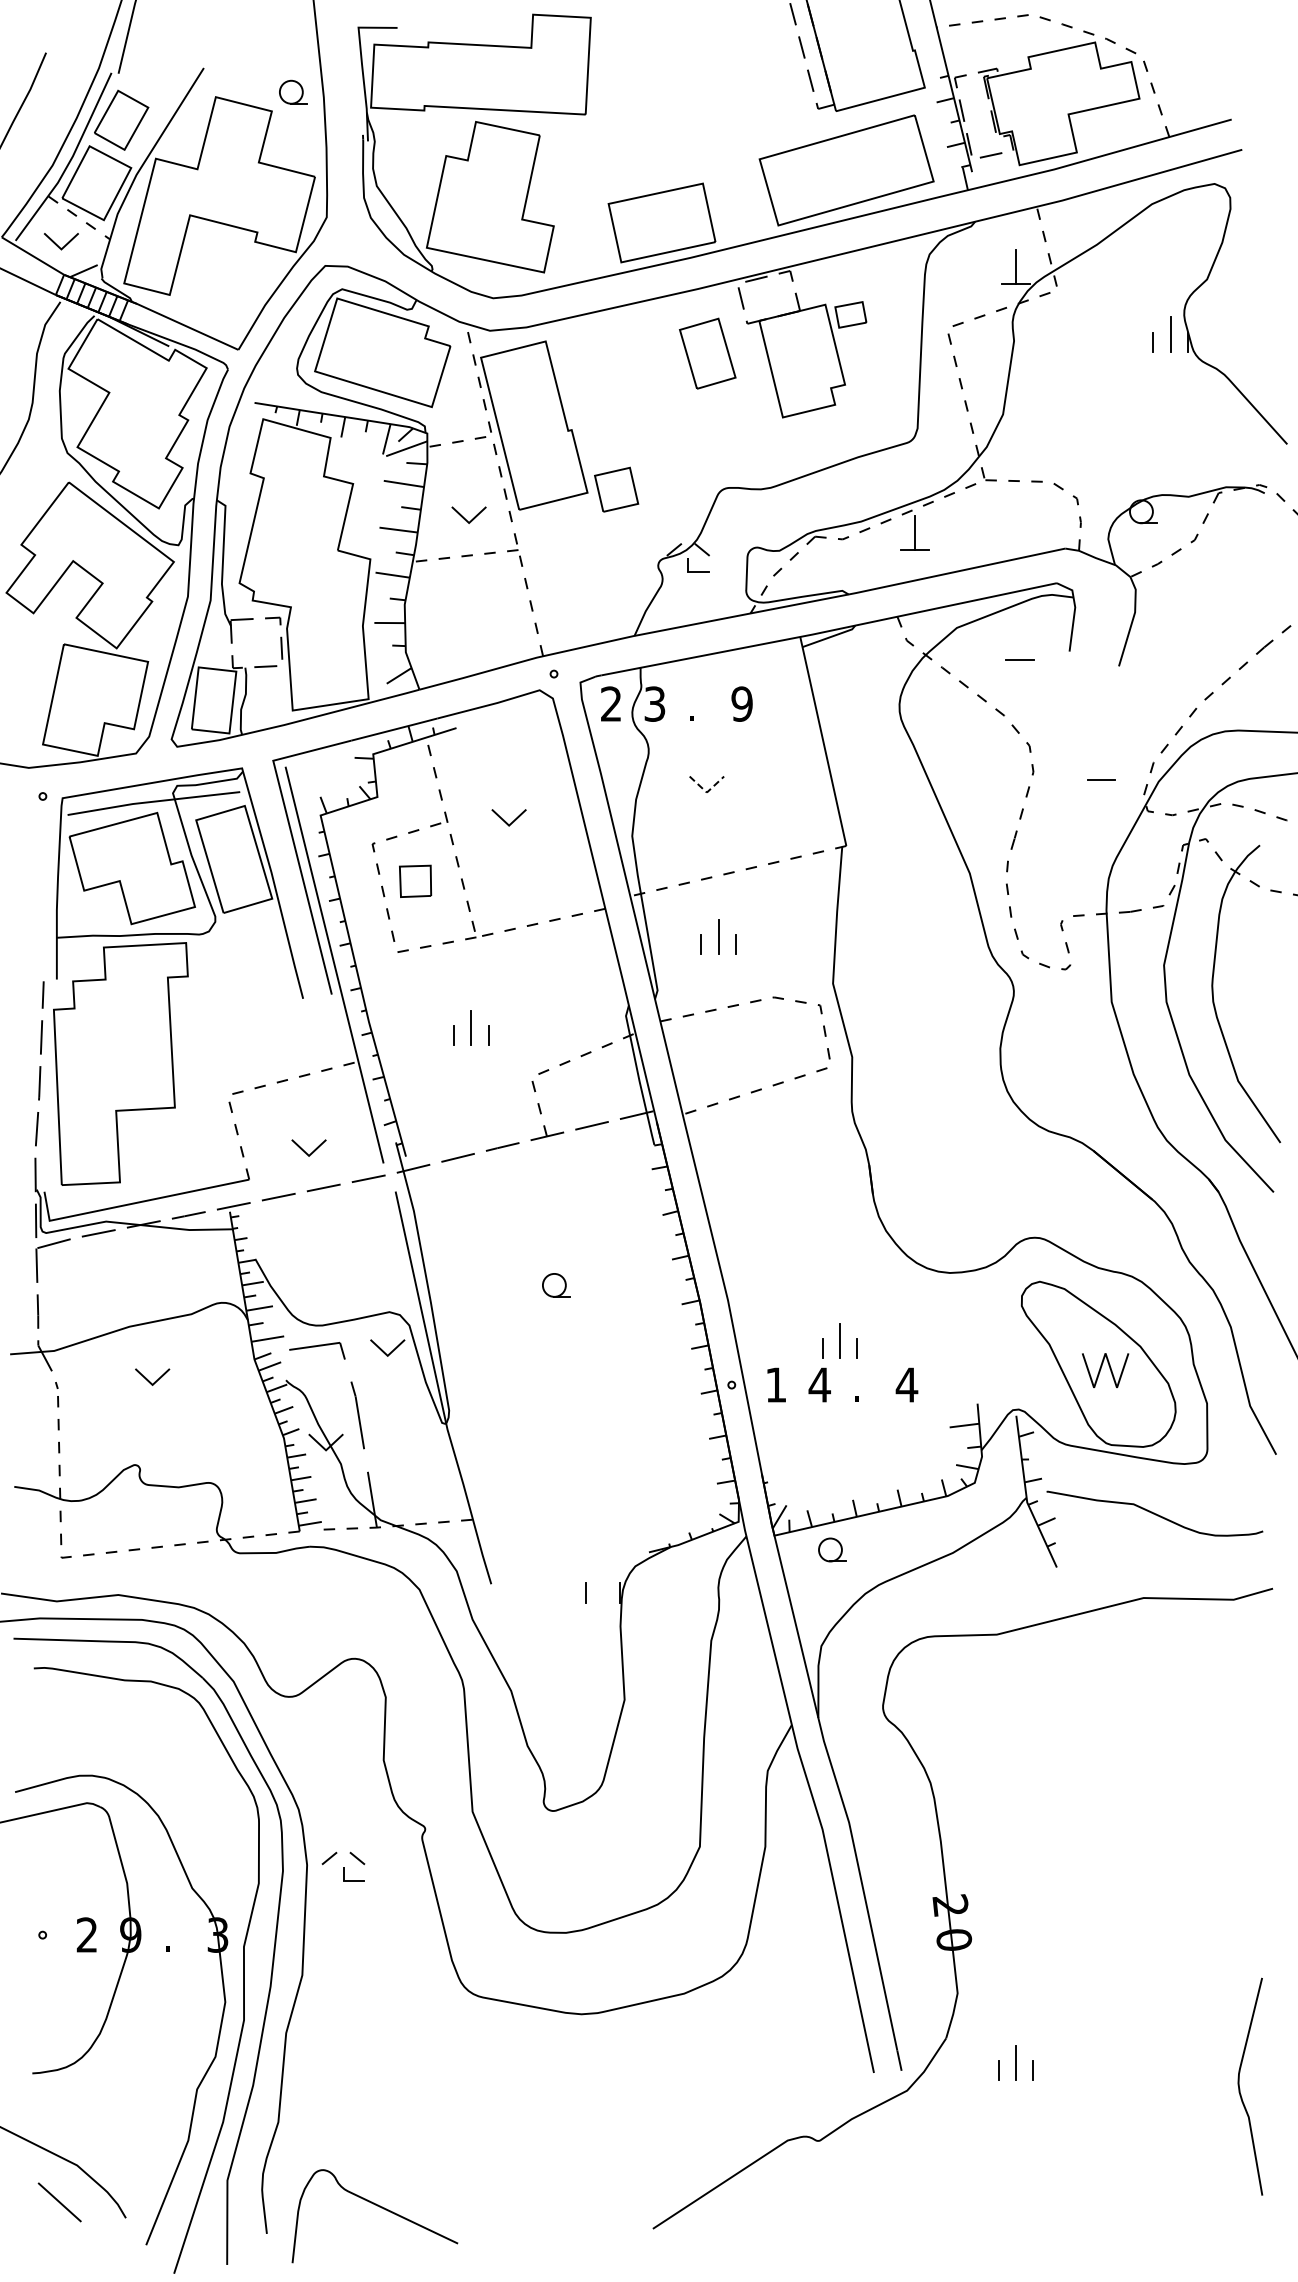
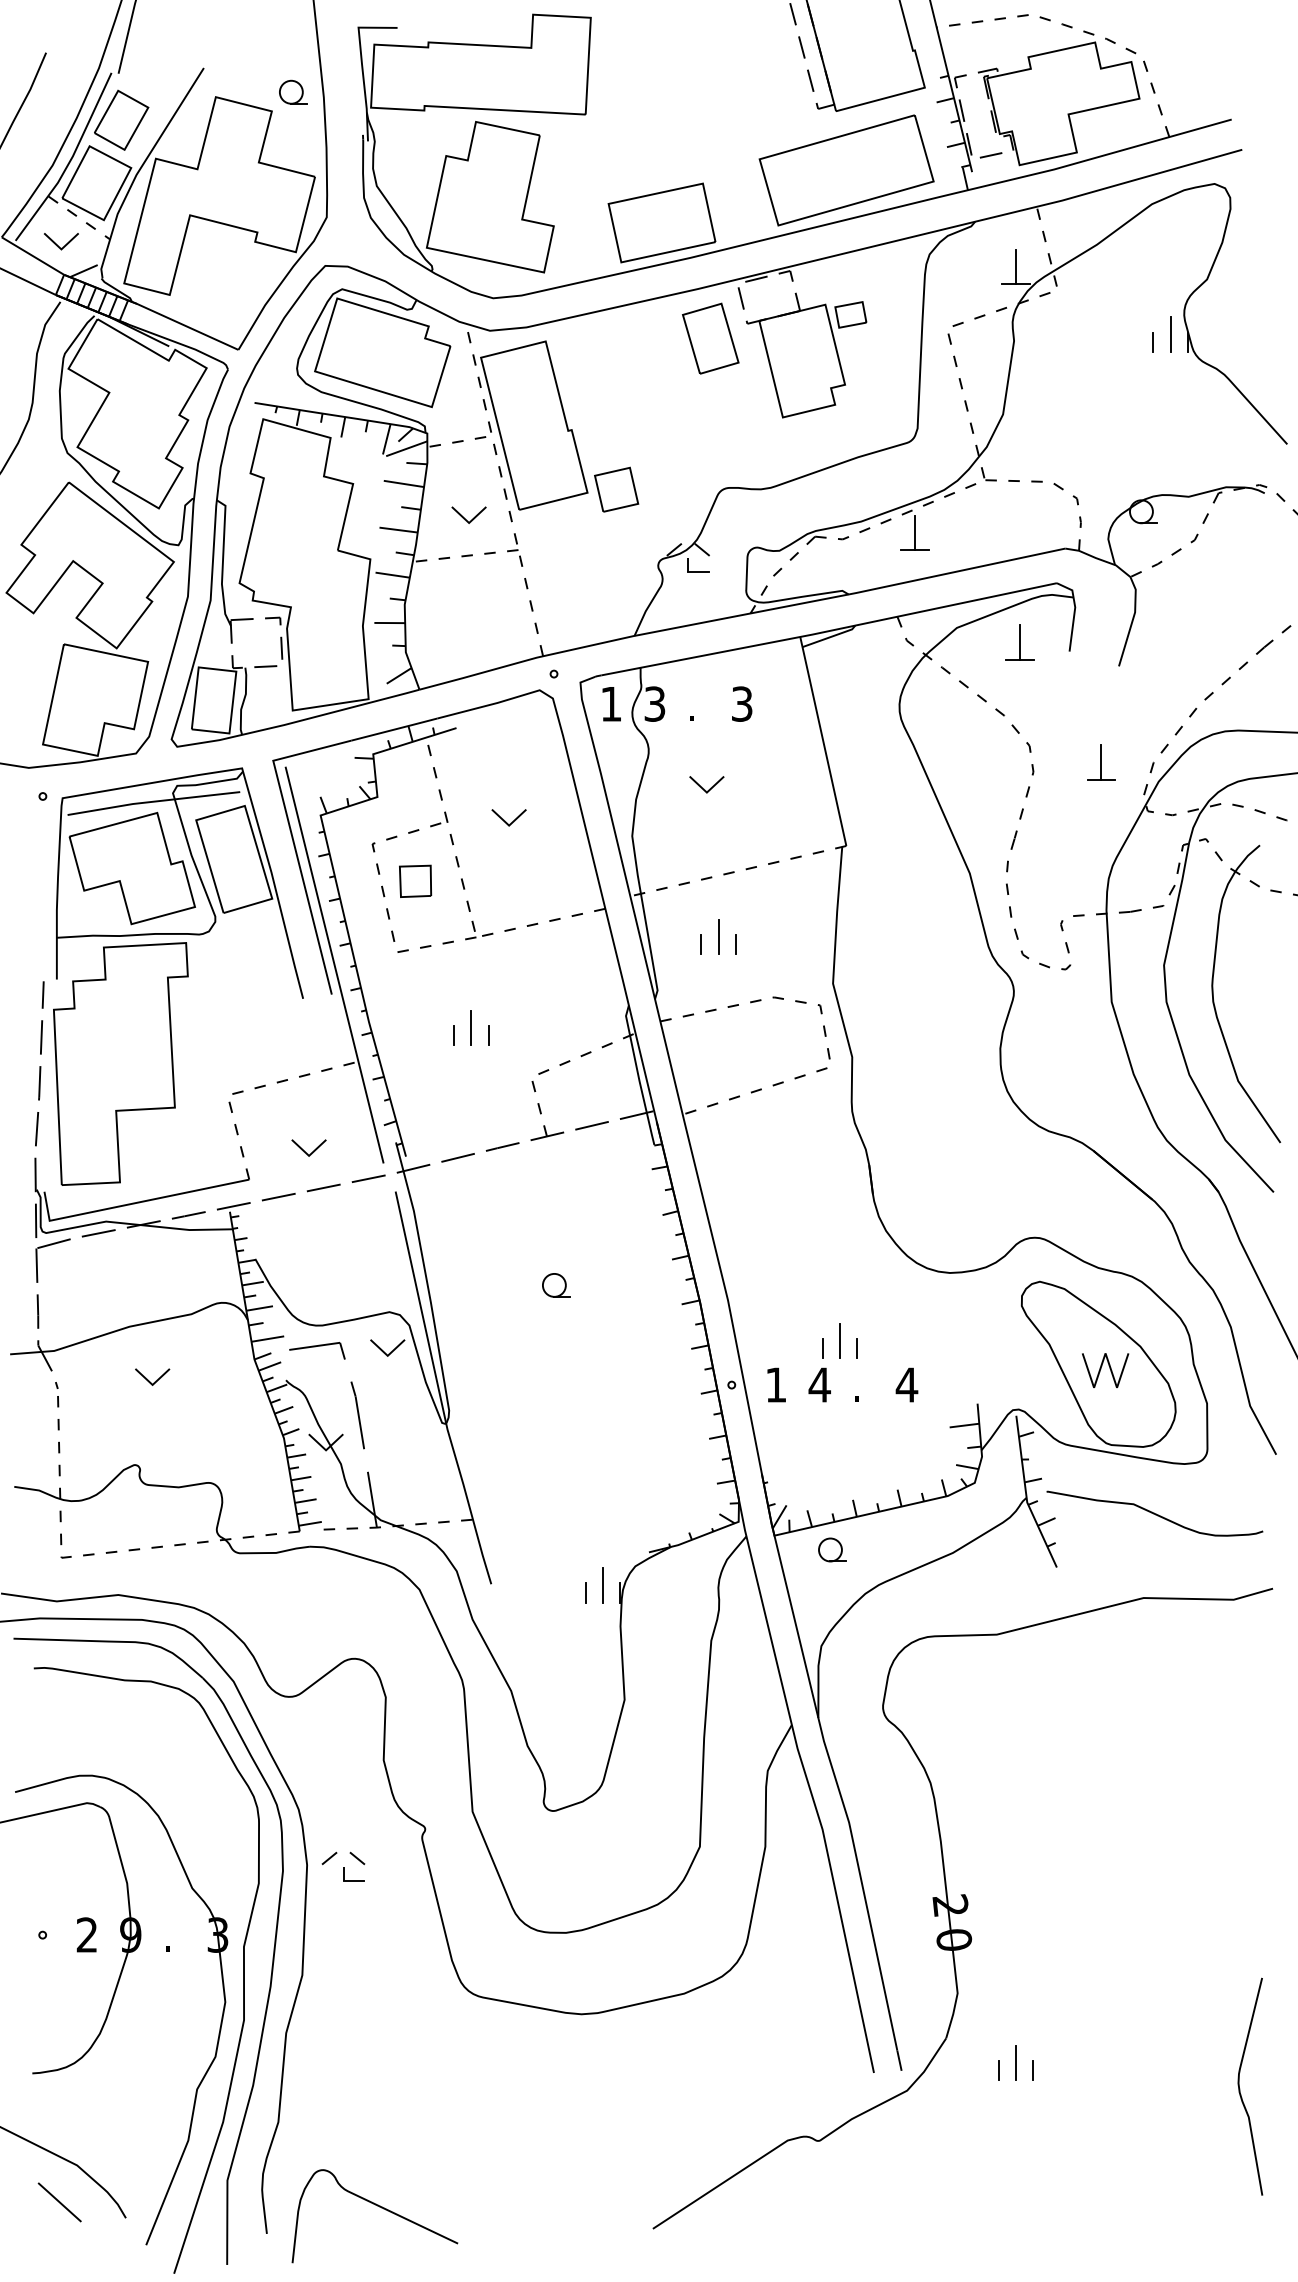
part at (707, 353) position: (707, 353) -> (710, 338)
line at (1019, 642): none -> present
text at (610, 703): 2 -> 1
text at (741, 703): 9 -> 3
line at (1101, 762): none -> present
line at (706, 792): dashed -> solid
line at (602, 1585): none -> present
